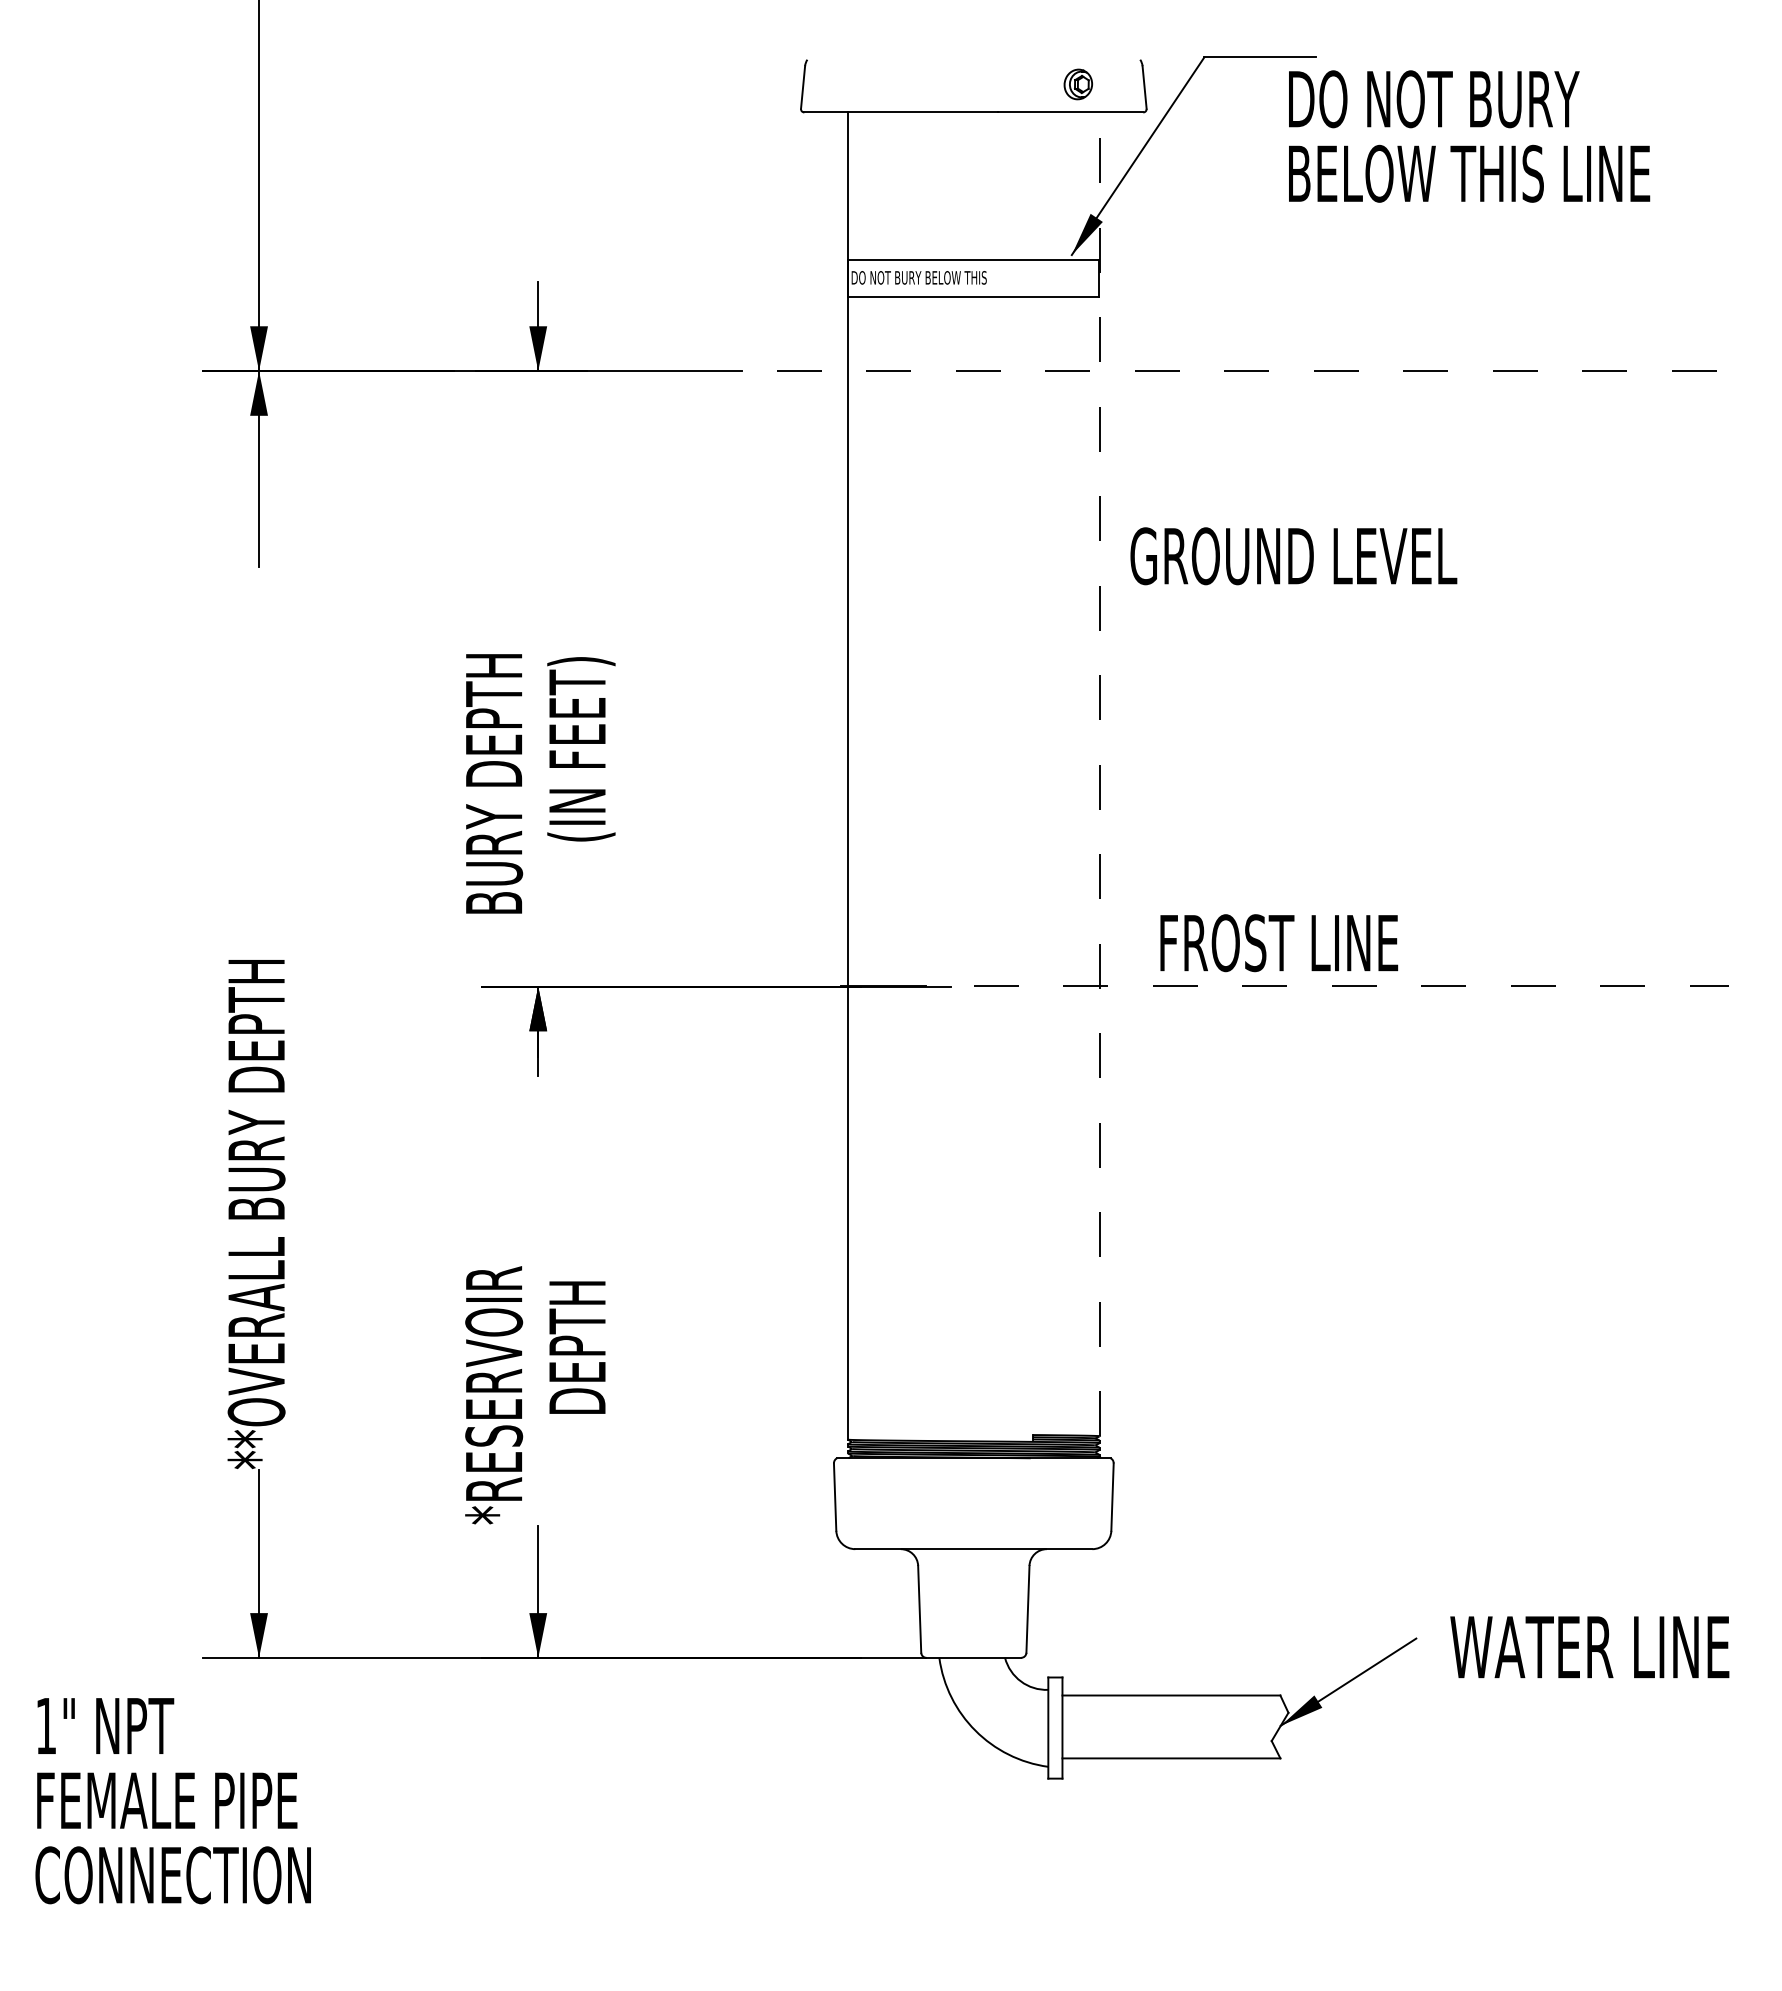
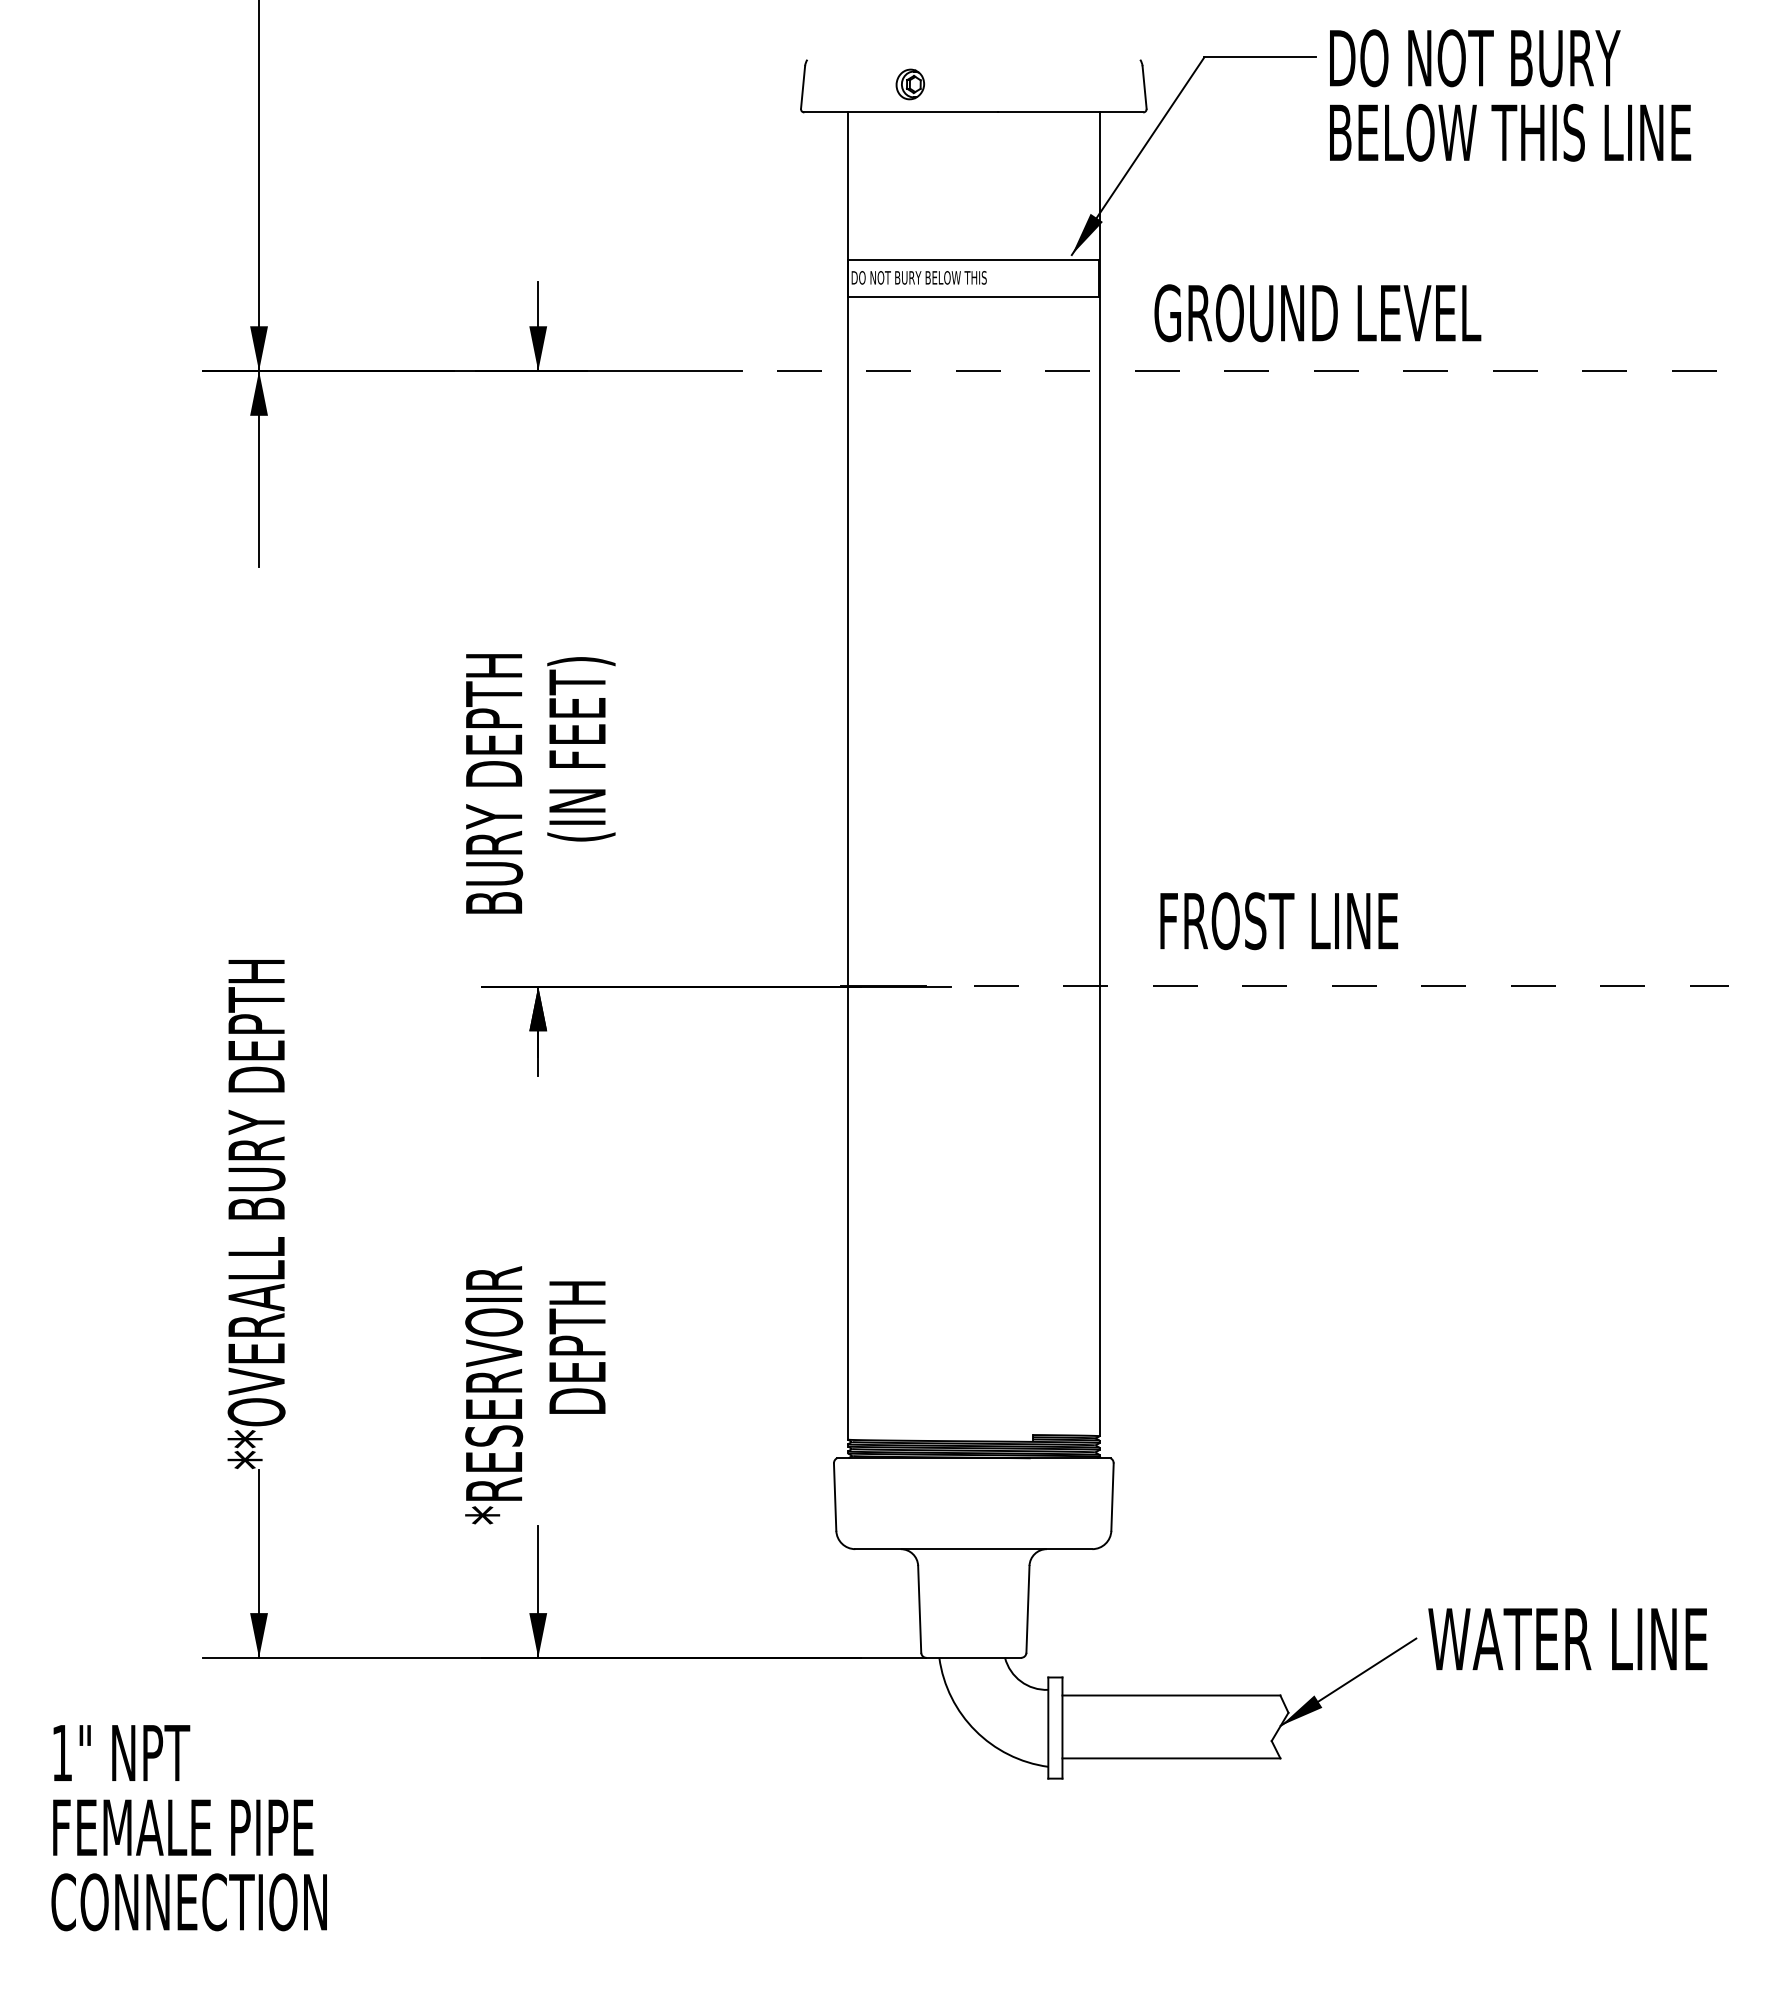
part at (1077, 84) position: (1077, 84) -> (909, 84)
text at (1469, 136) position: (1469, 136) -> (1510, 95)
text at (1293, 556) position: (1293, 556) -> (1317, 313)
line at (1099, 774): dashed -> solid
text at (1279, 943) position: (1279, 943) -> (1279, 921)
text at (1589, 1647) position: (1589, 1647) -> (1567, 1639)
text at (172, 1801) position: (172, 1801) -> (188, 1828)
